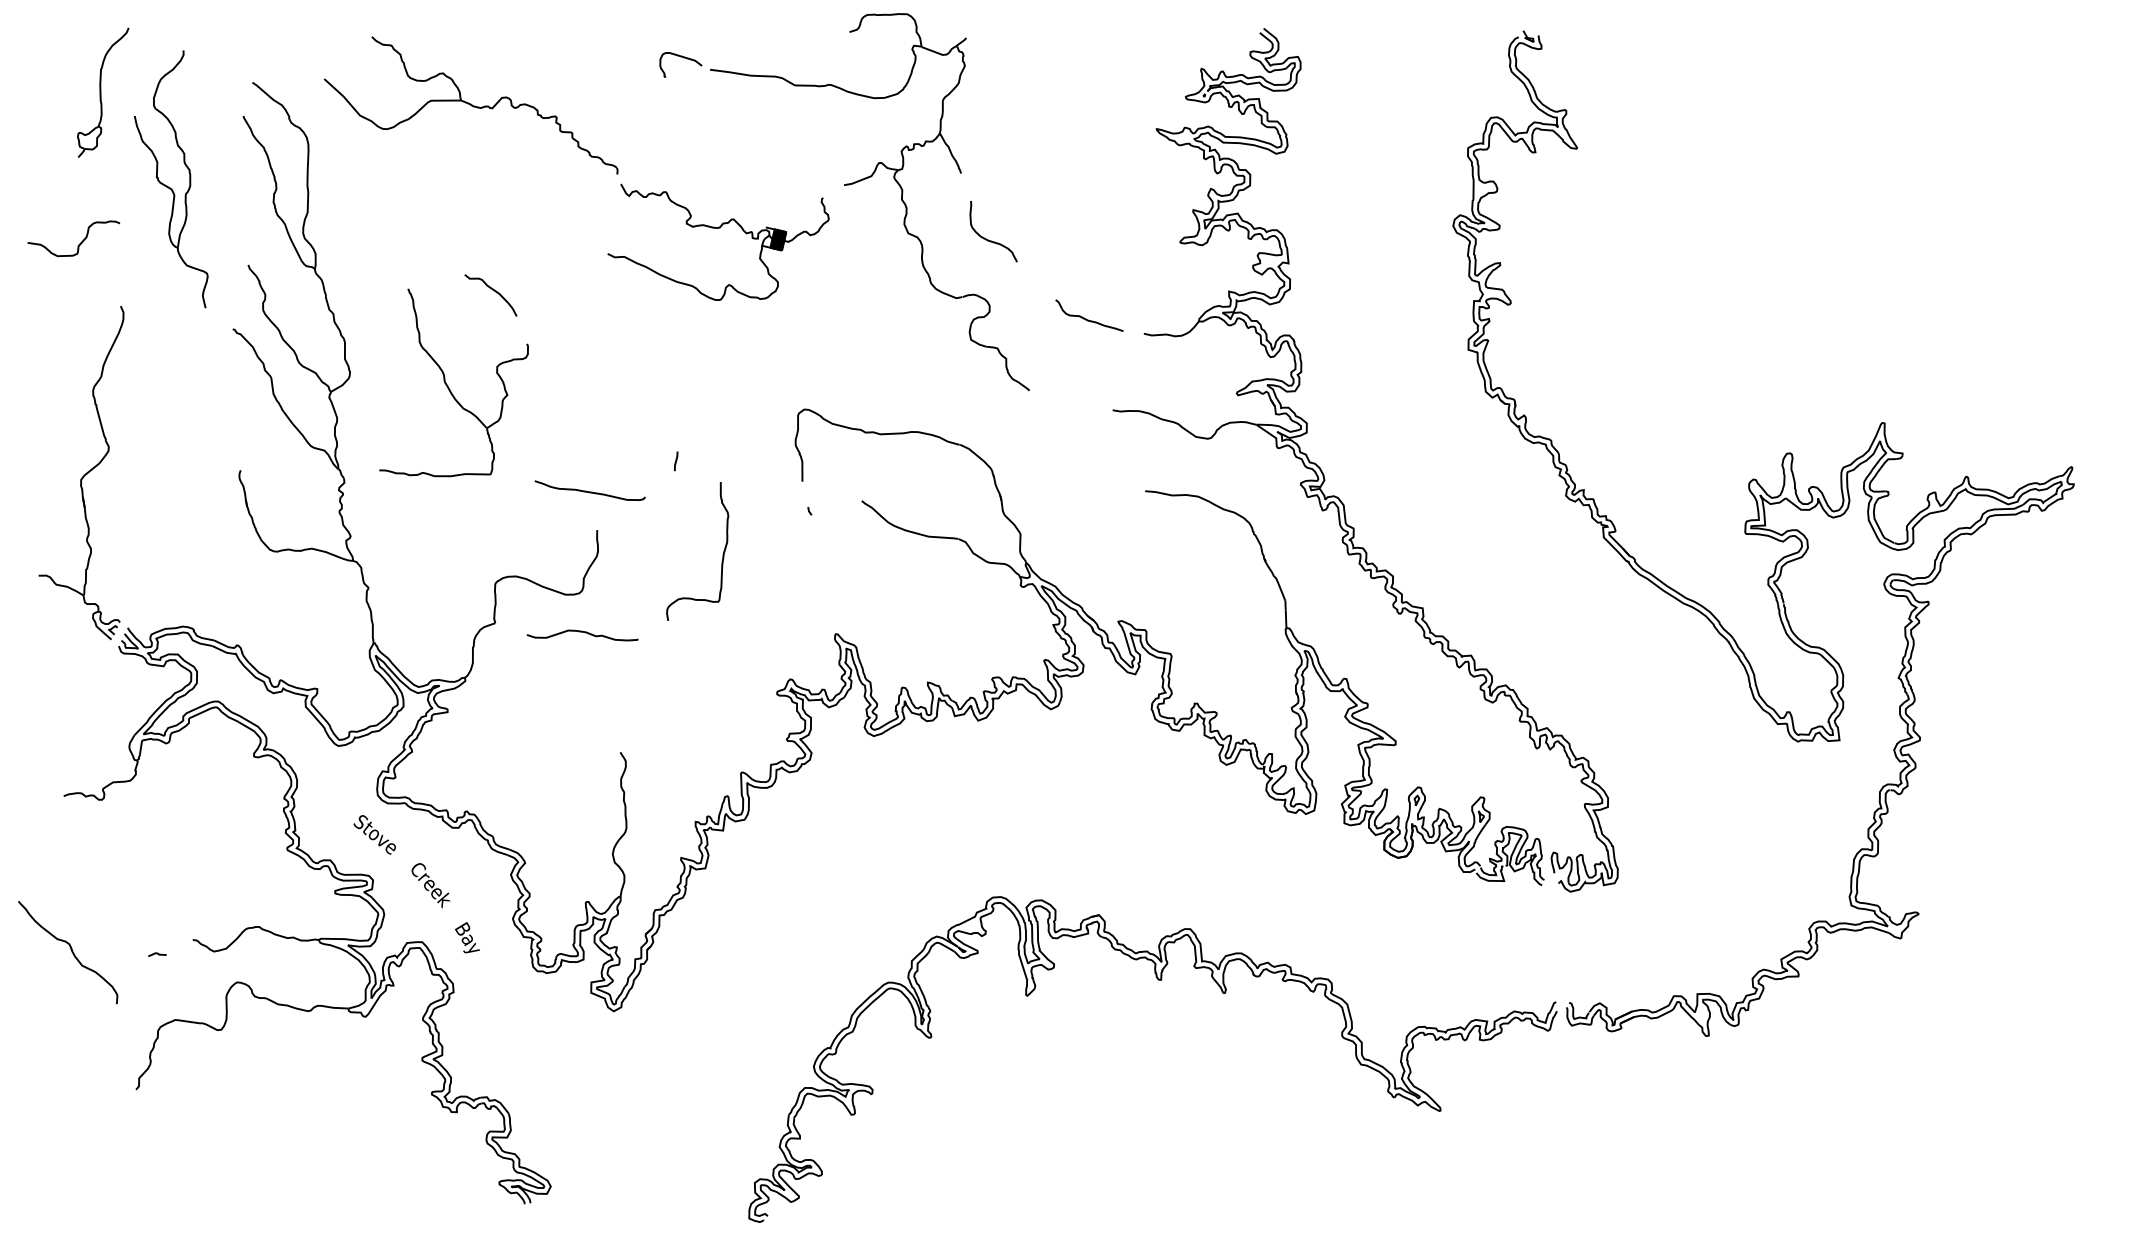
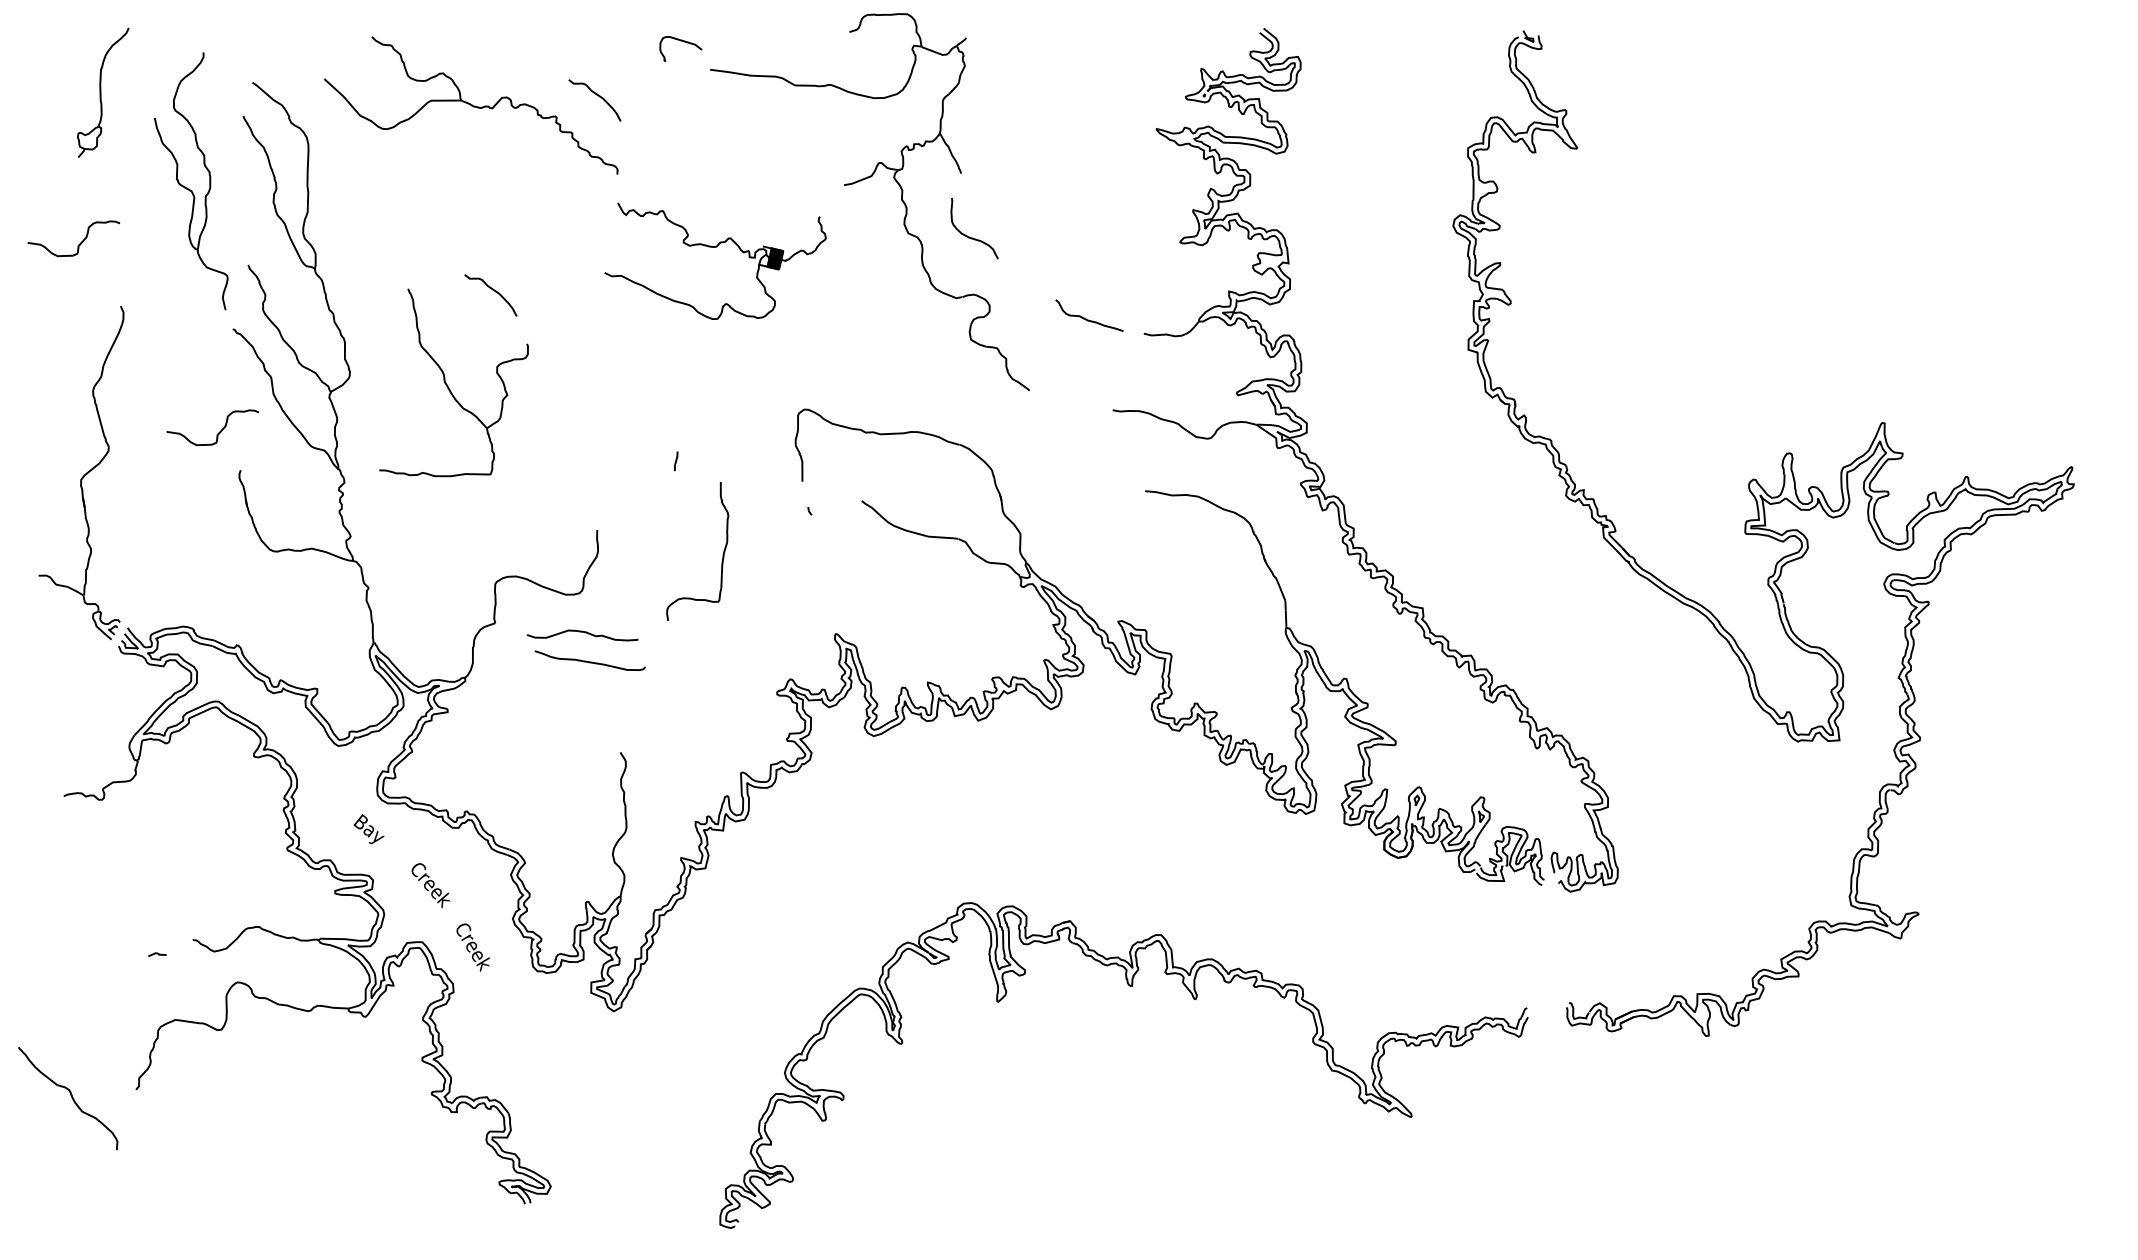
curve at (683, 58) position: (683, 58) -> (683, 42)
curve at (596, 95): none -> present
part at (167, 185) position: (167, 185) -> (187, 187)
part at (718, 228) position: (718, 228) -> (715, 247)
curve at (991, 240) position: (991, 240) -> (972, 237)
curve at (218, 432): none -> present
curve at (589, 491) position: (589, 491) -> (589, 661)
text at (374, 834): Stove -> Bay
text at (472, 946): Bay -> Creek
curve at (71, 952) position: (71, 952) -> (71, 1098)
part at (1158, 980) position: (1158, 980) -> (1129, 986)
